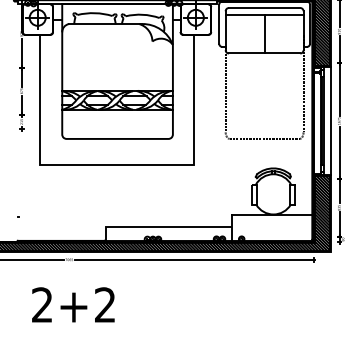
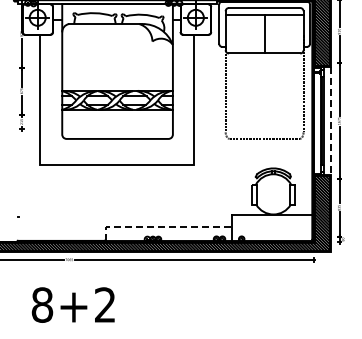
line at (331, 121): solid -> dashed
line at (161, 227): solid -> dashed
text at (42, 304): 2+2 -> 8+2
